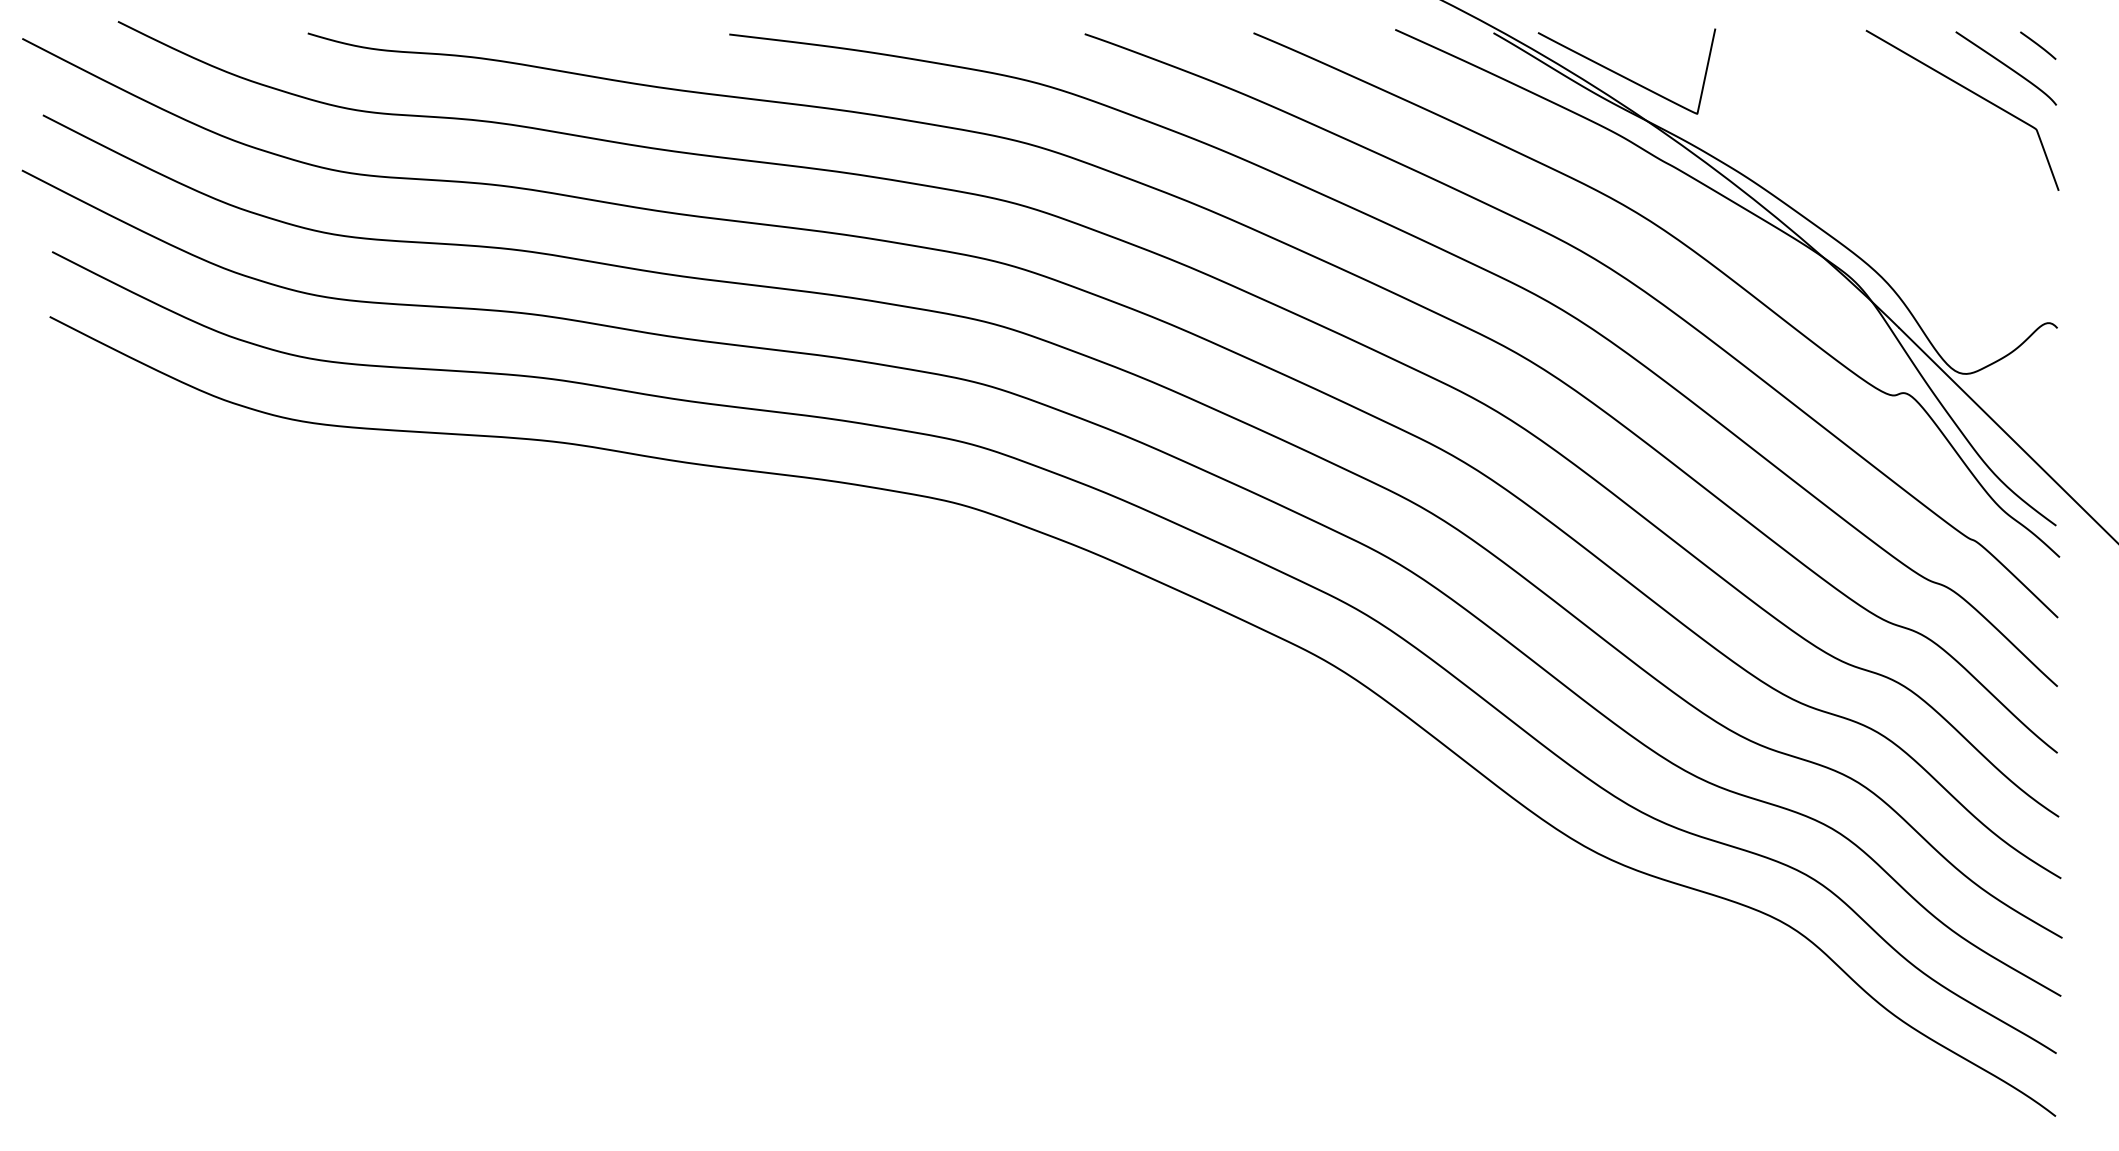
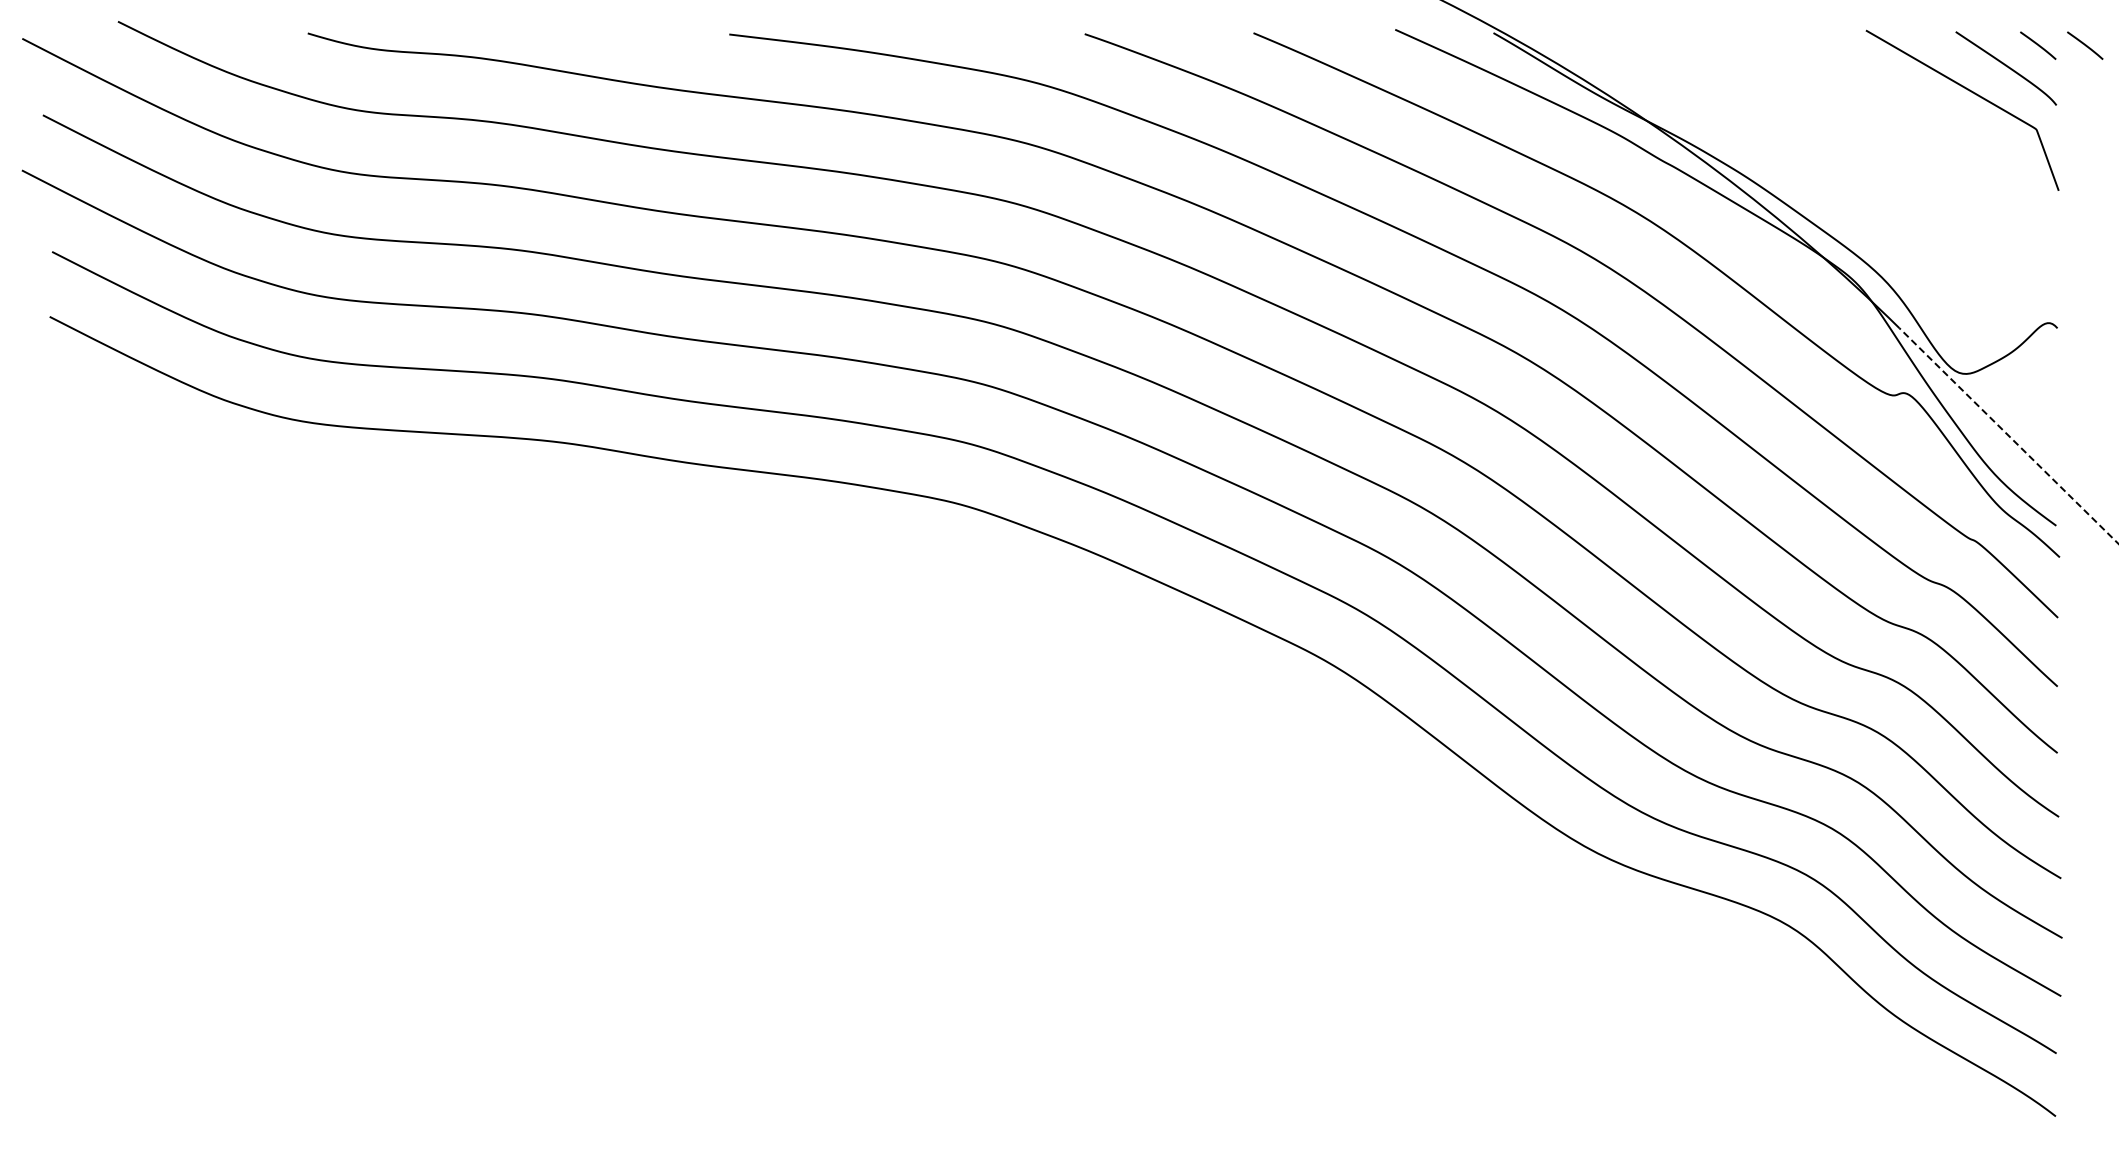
line at (2085, 45): none -> present
curve at (1623, 75): present -> none
line at (2009, 436): solid -> dashed
